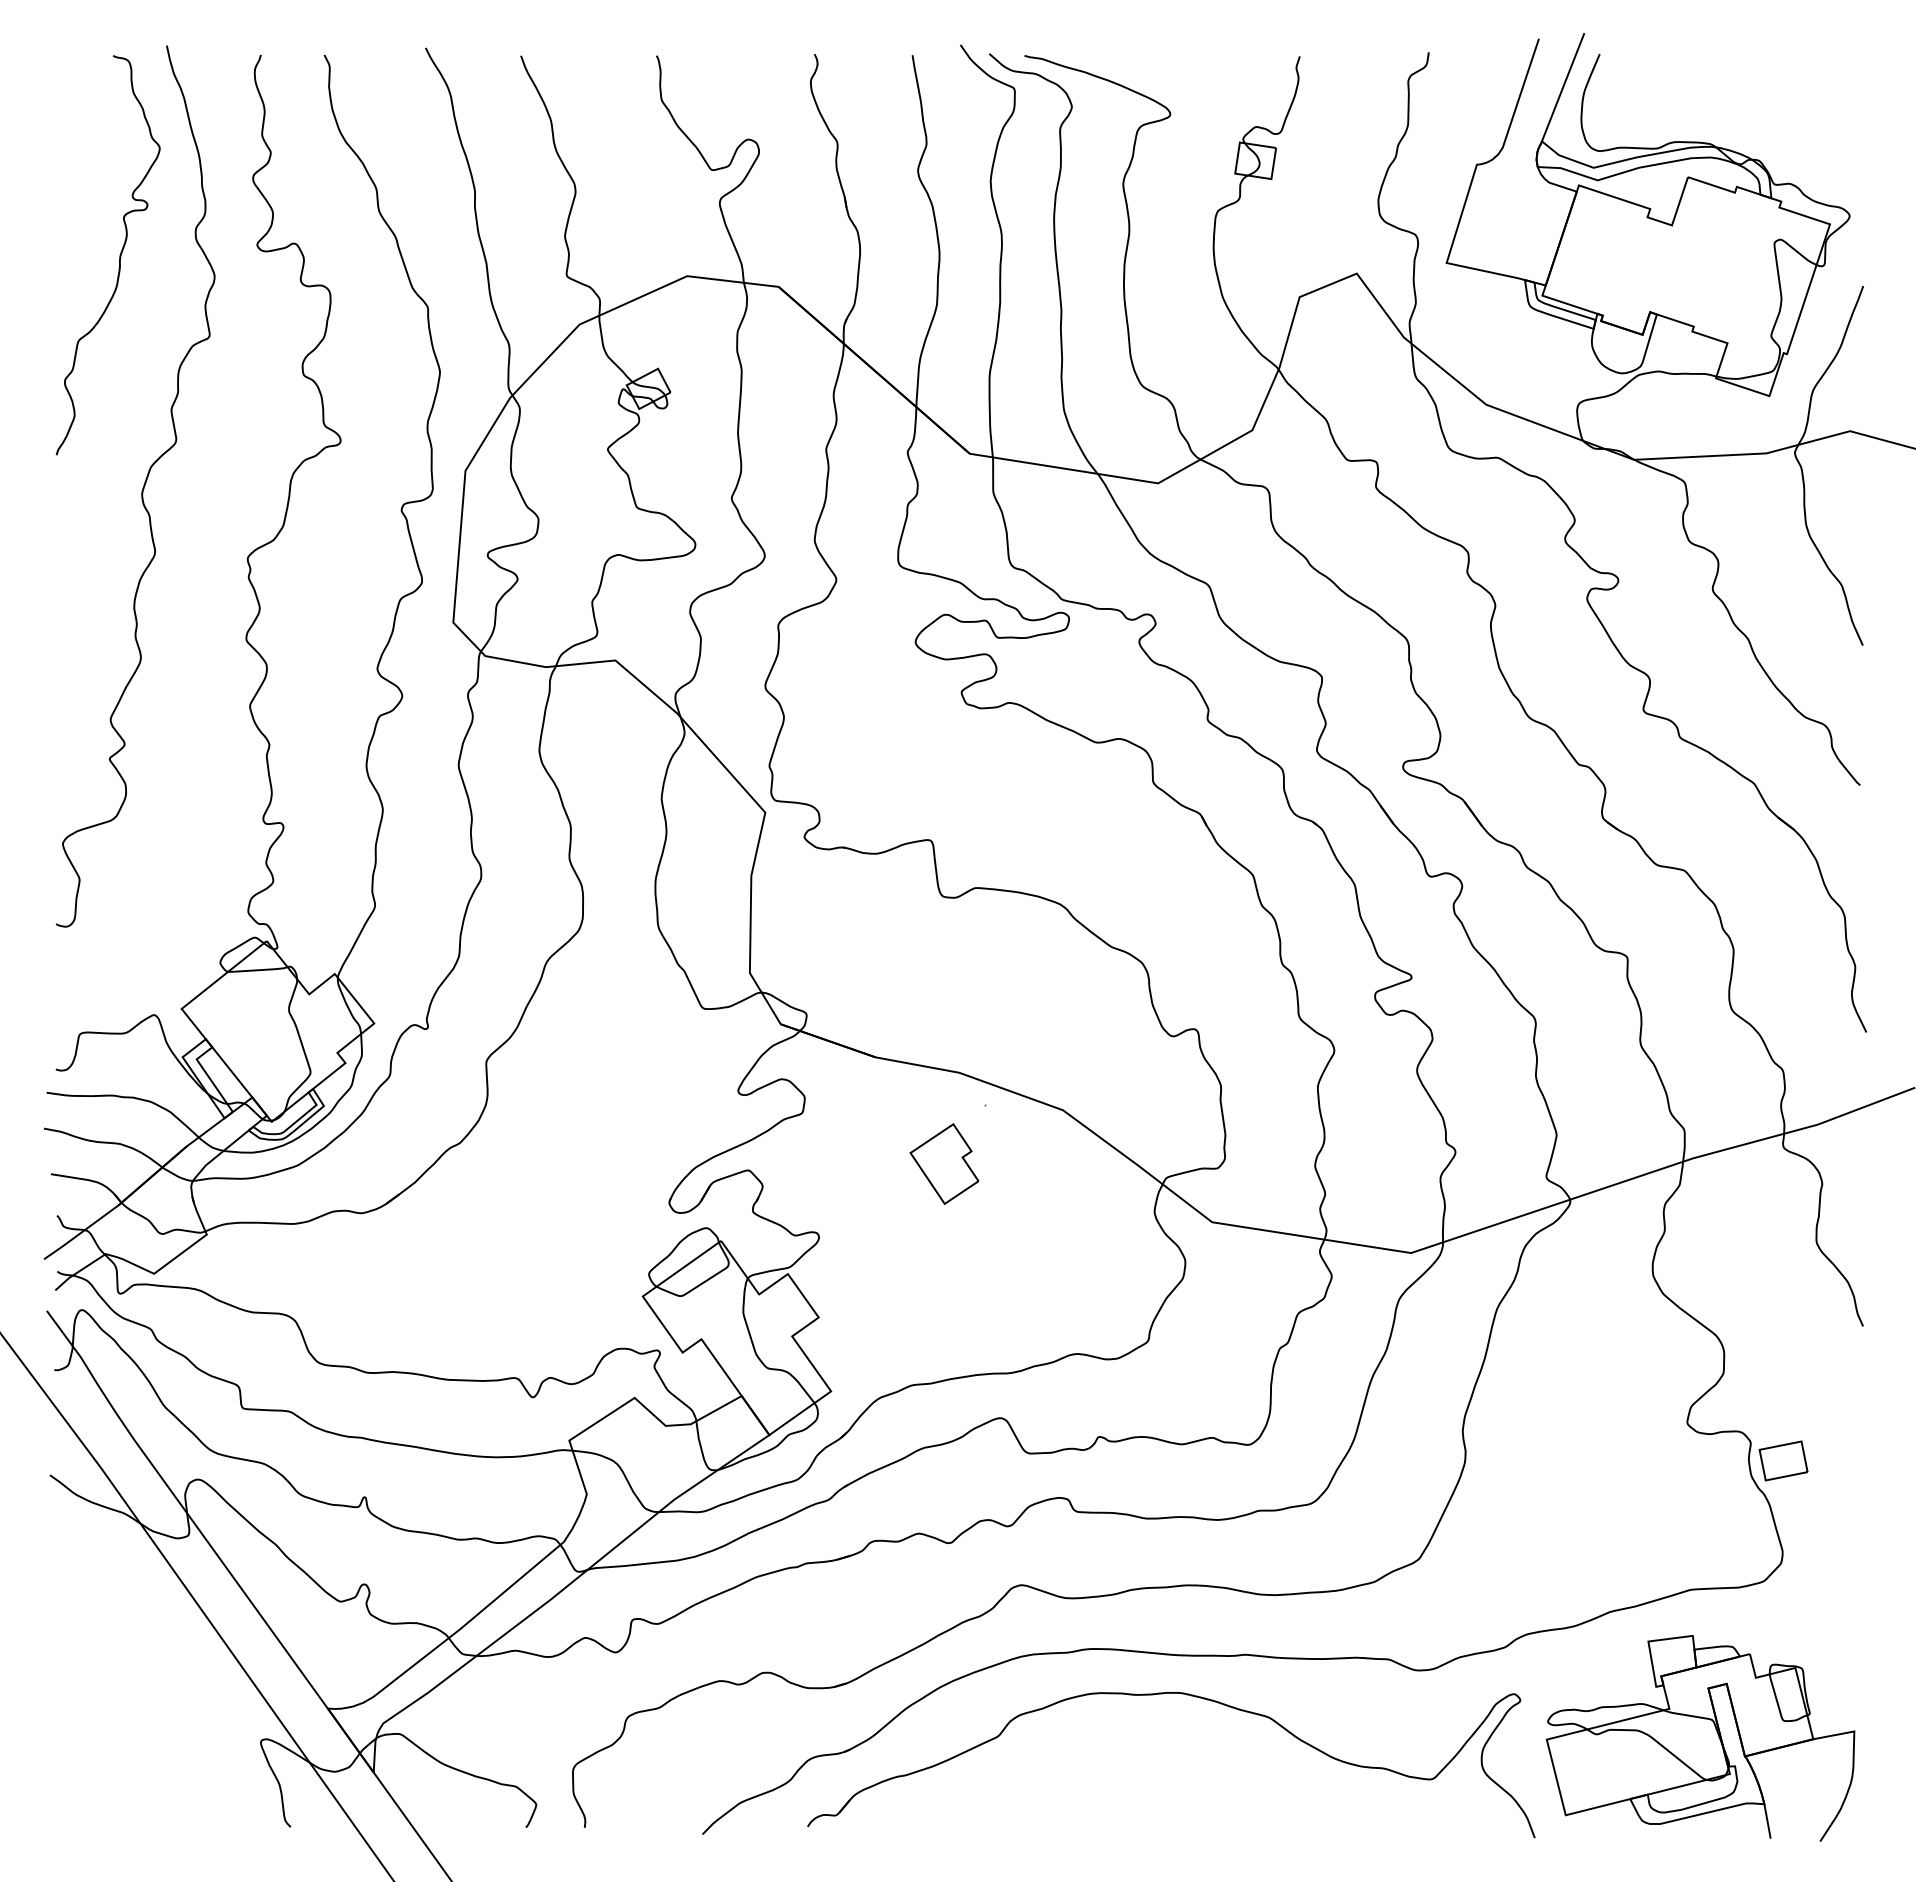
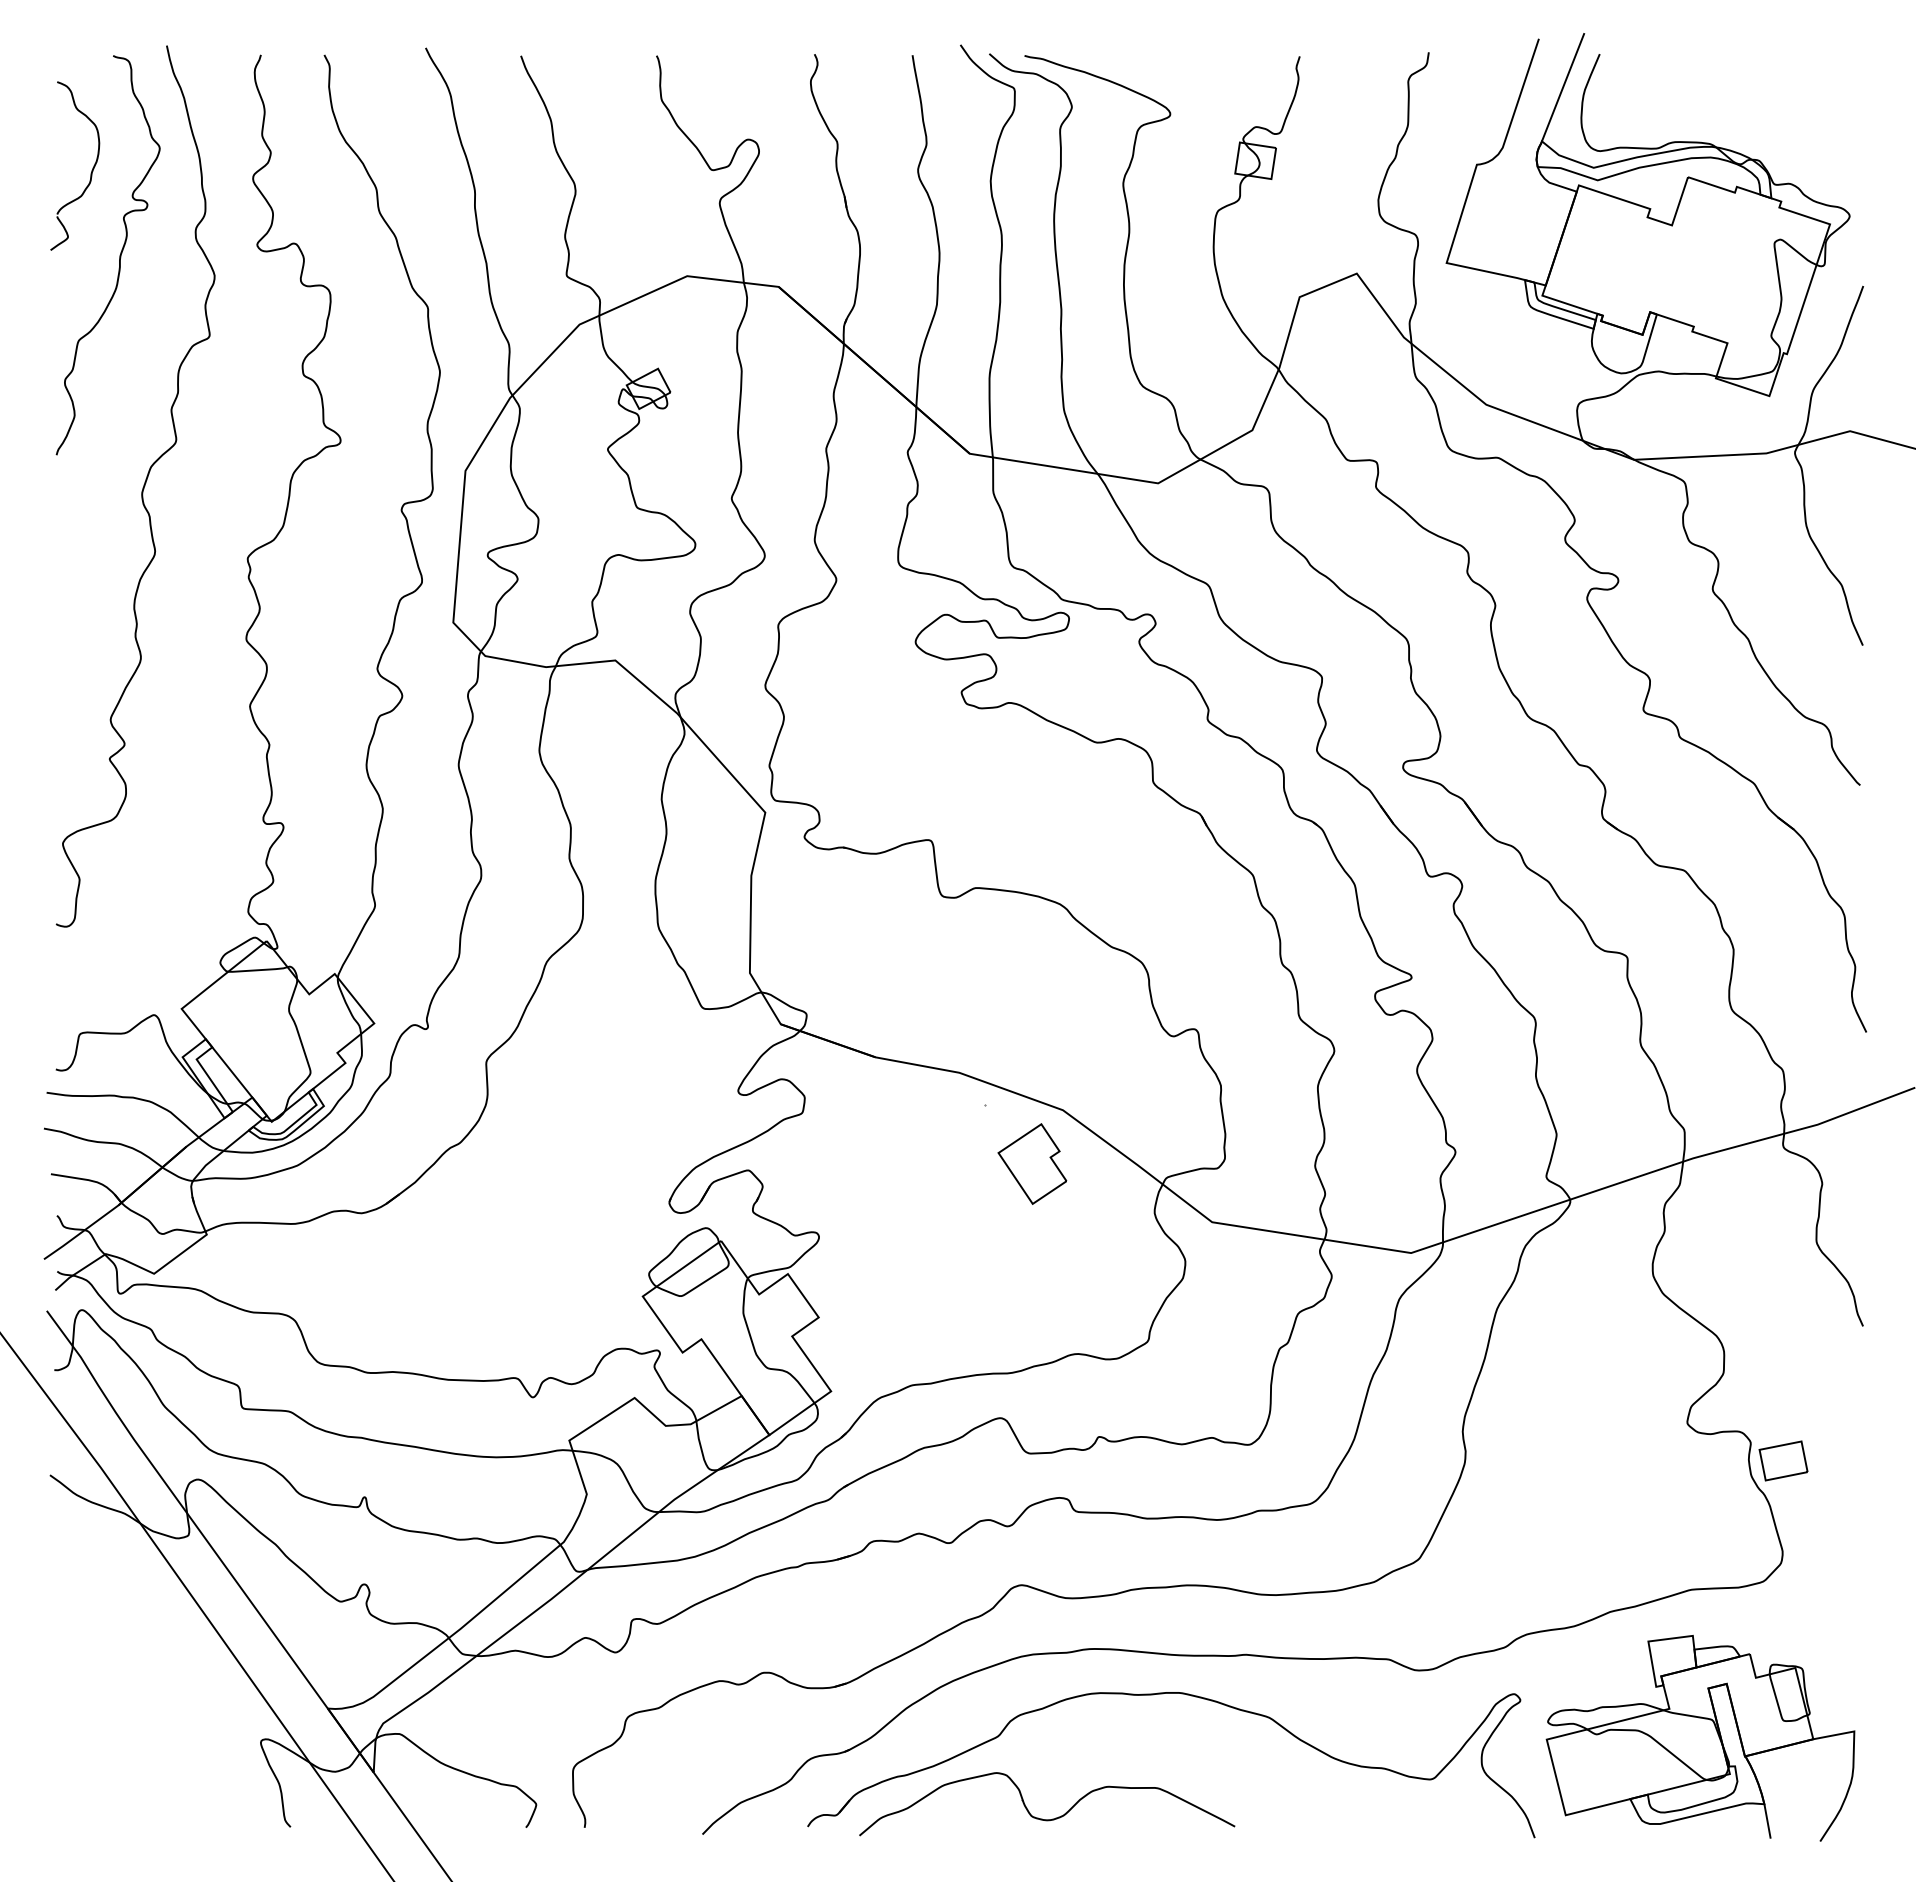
part at (91, 170): none -> present
part at (944, 1163) position: (944, 1163) -> (1032, 1163)
part at (1042, 1818): none -> present
